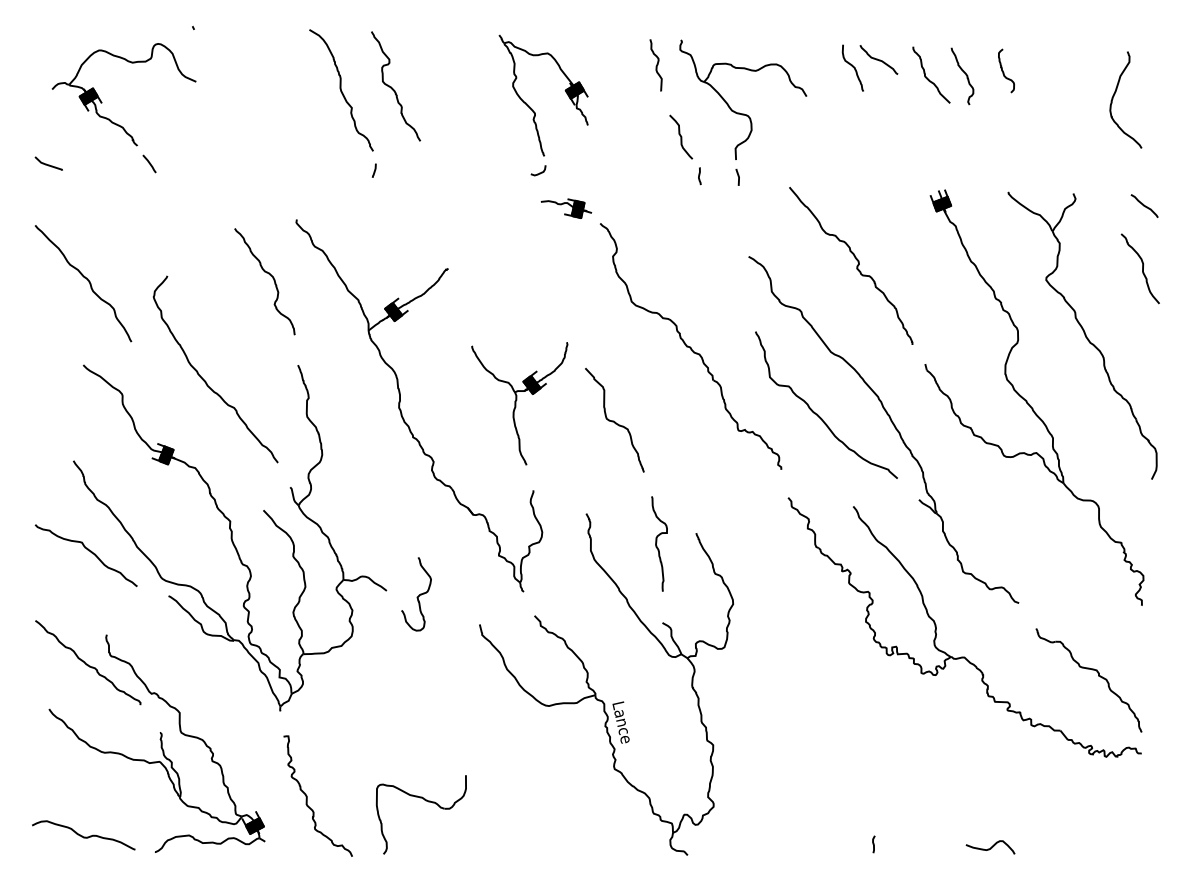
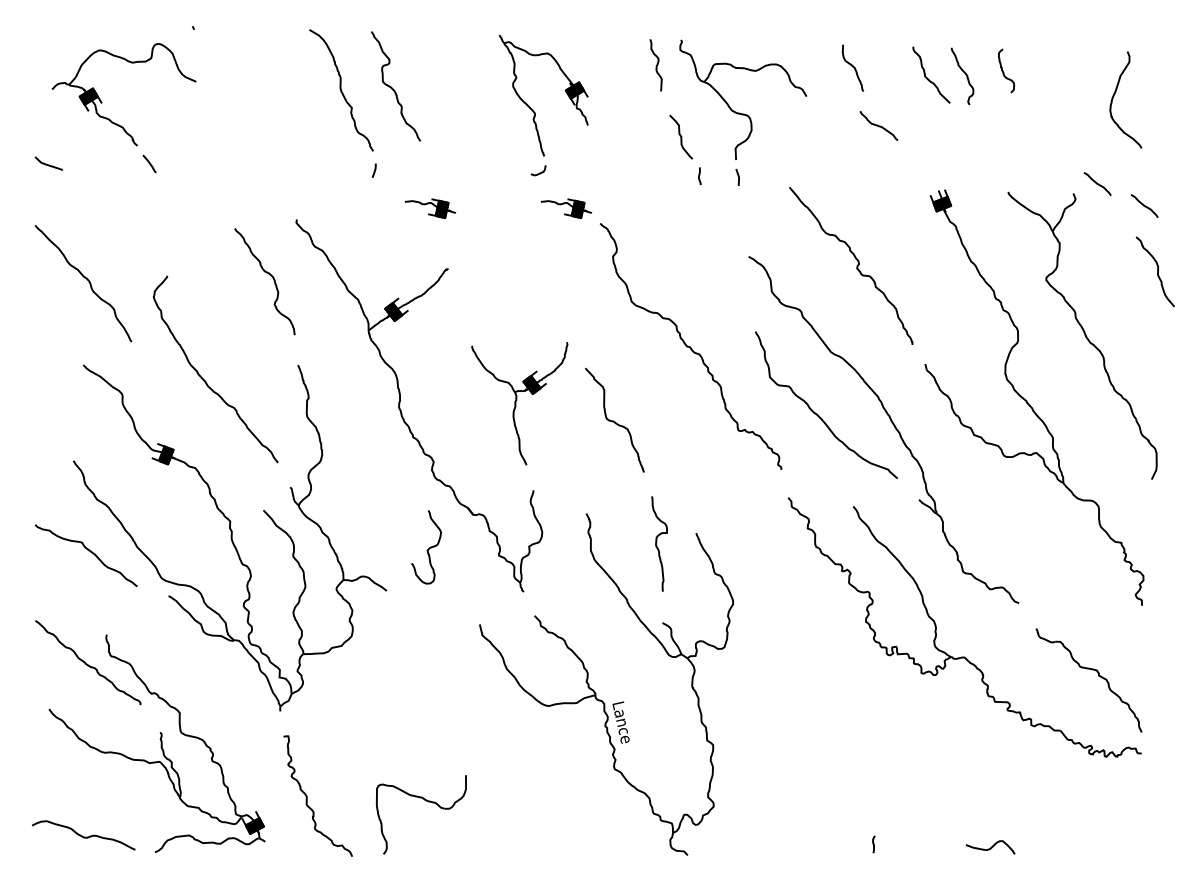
curve at (878, 59) position: (878, 59) -> (878, 125)
curve at (1097, 183): none -> present
part at (430, 208): none -> present
curve at (1142, 268) position: (1142, 268) -> (1157, 271)
curve at (418, 595) position: (418, 595) -> (428, 548)
